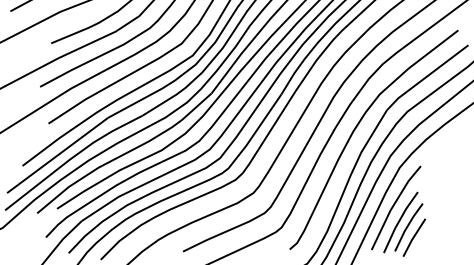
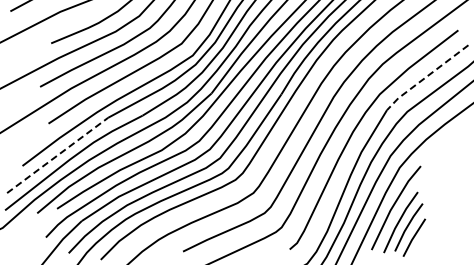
line at (426, 77): solid -> dashed
line at (58, 155): solid -> dashed
